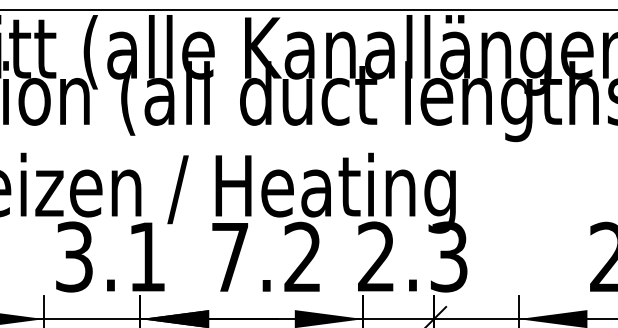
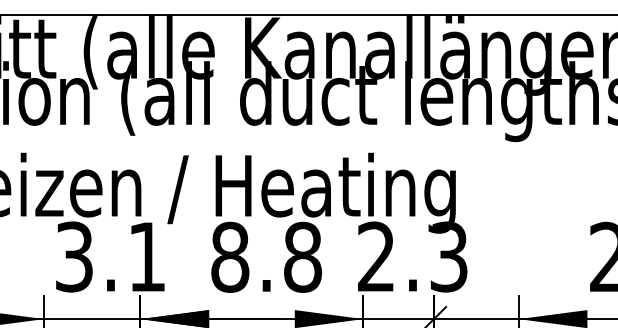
line at (308, 9) position: (308, 9) -> (308, 14)
text at (266, 256): 7.2 -> 8.8
